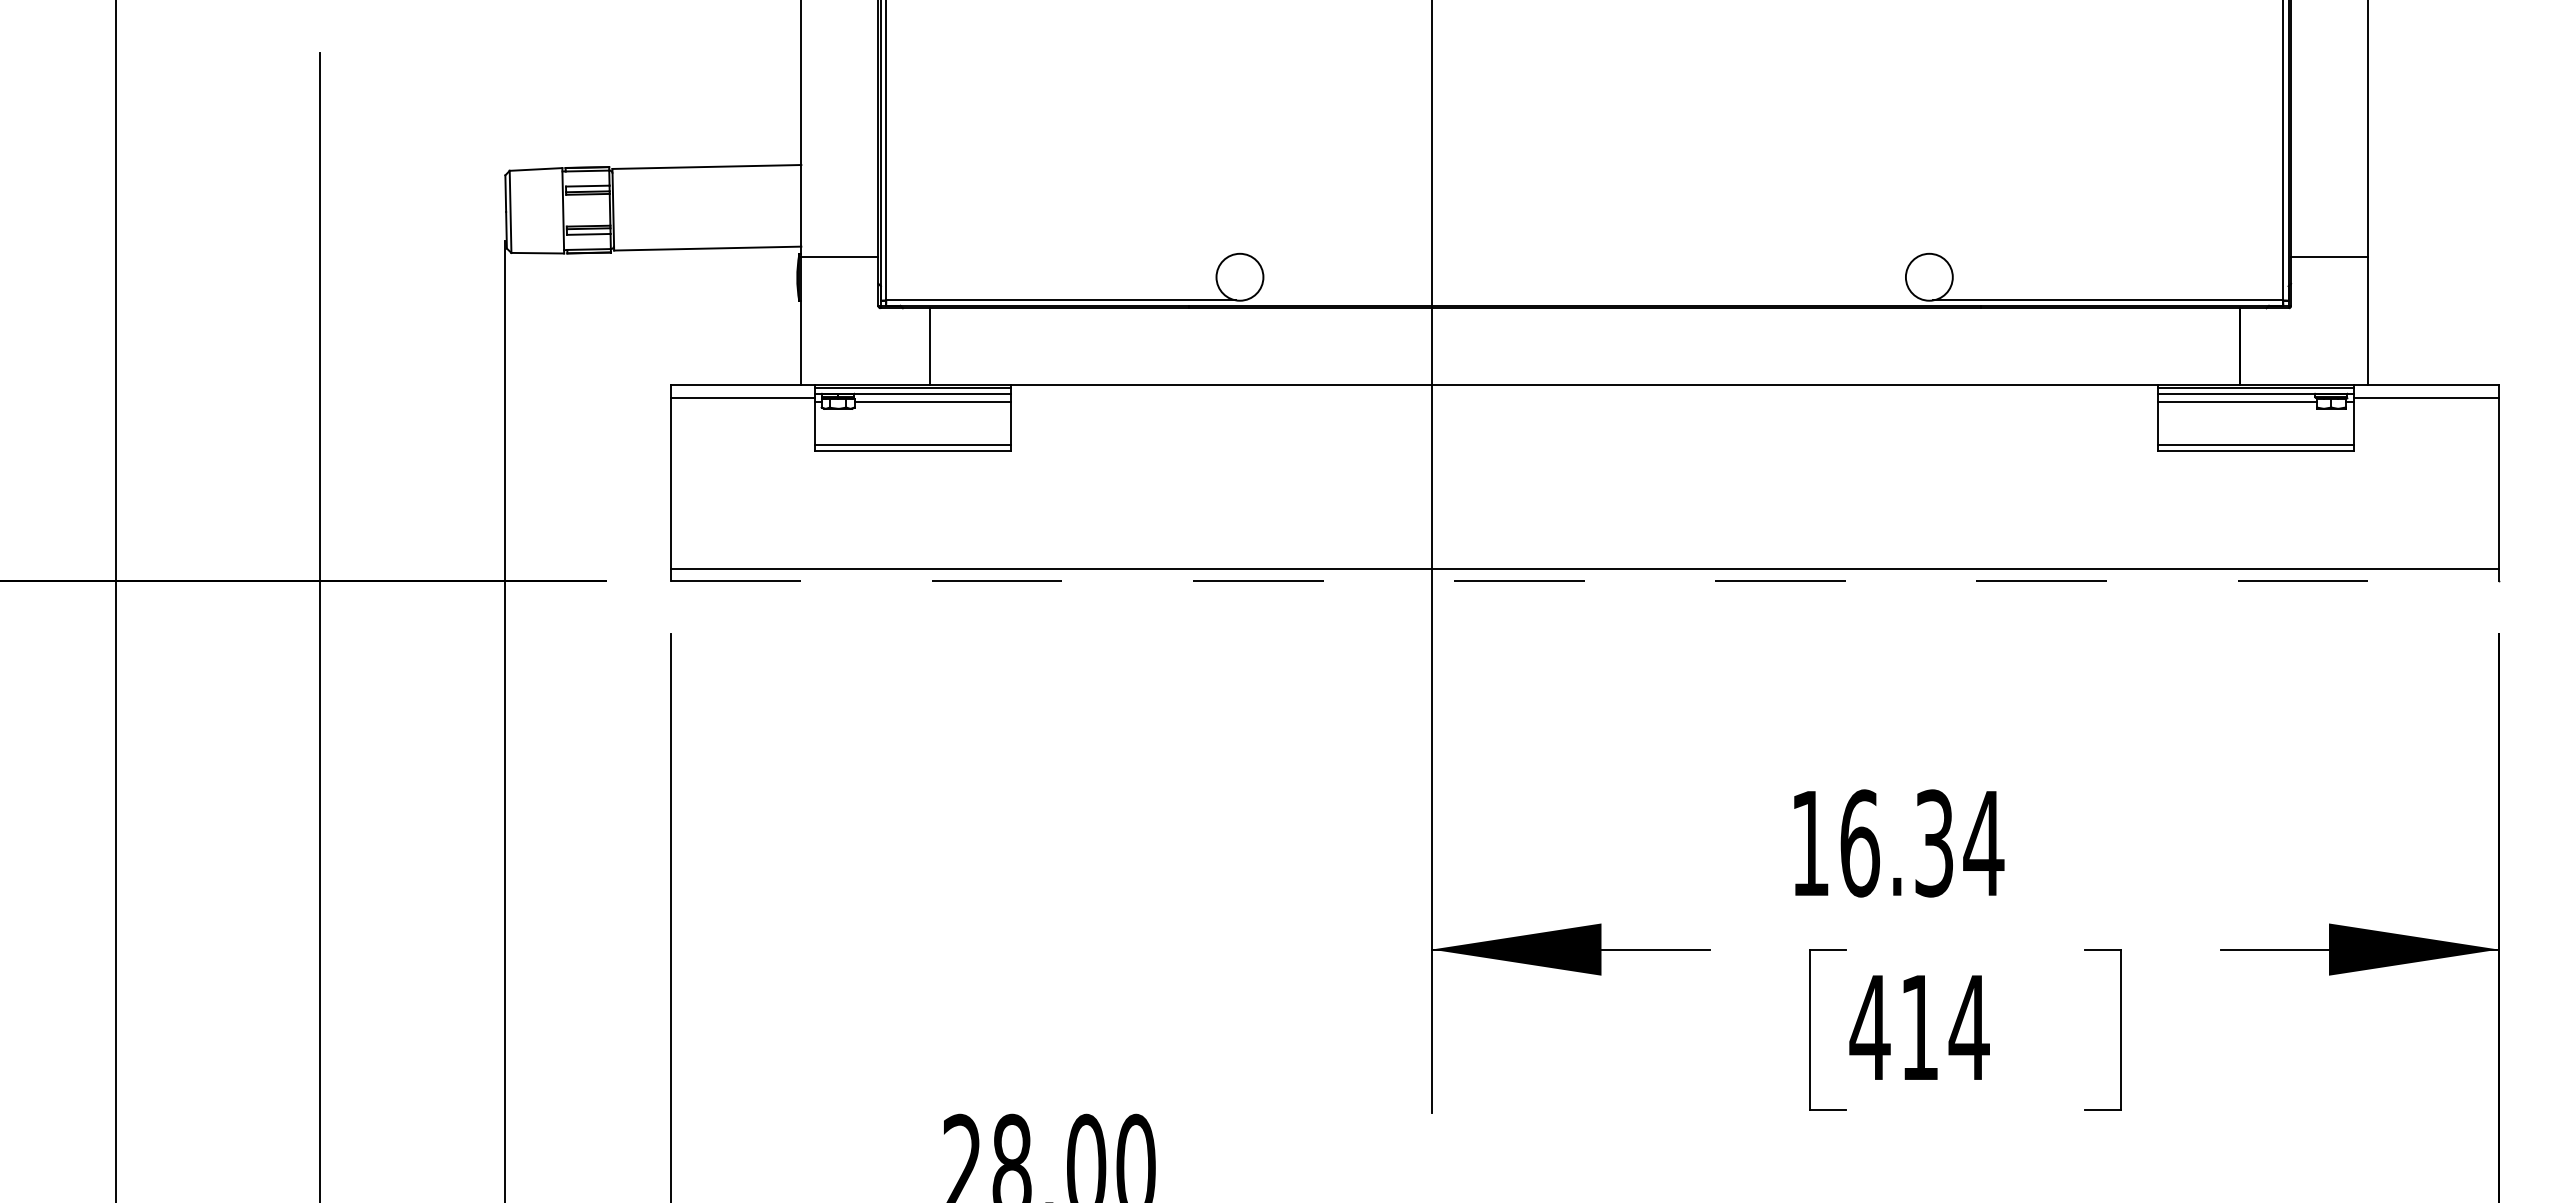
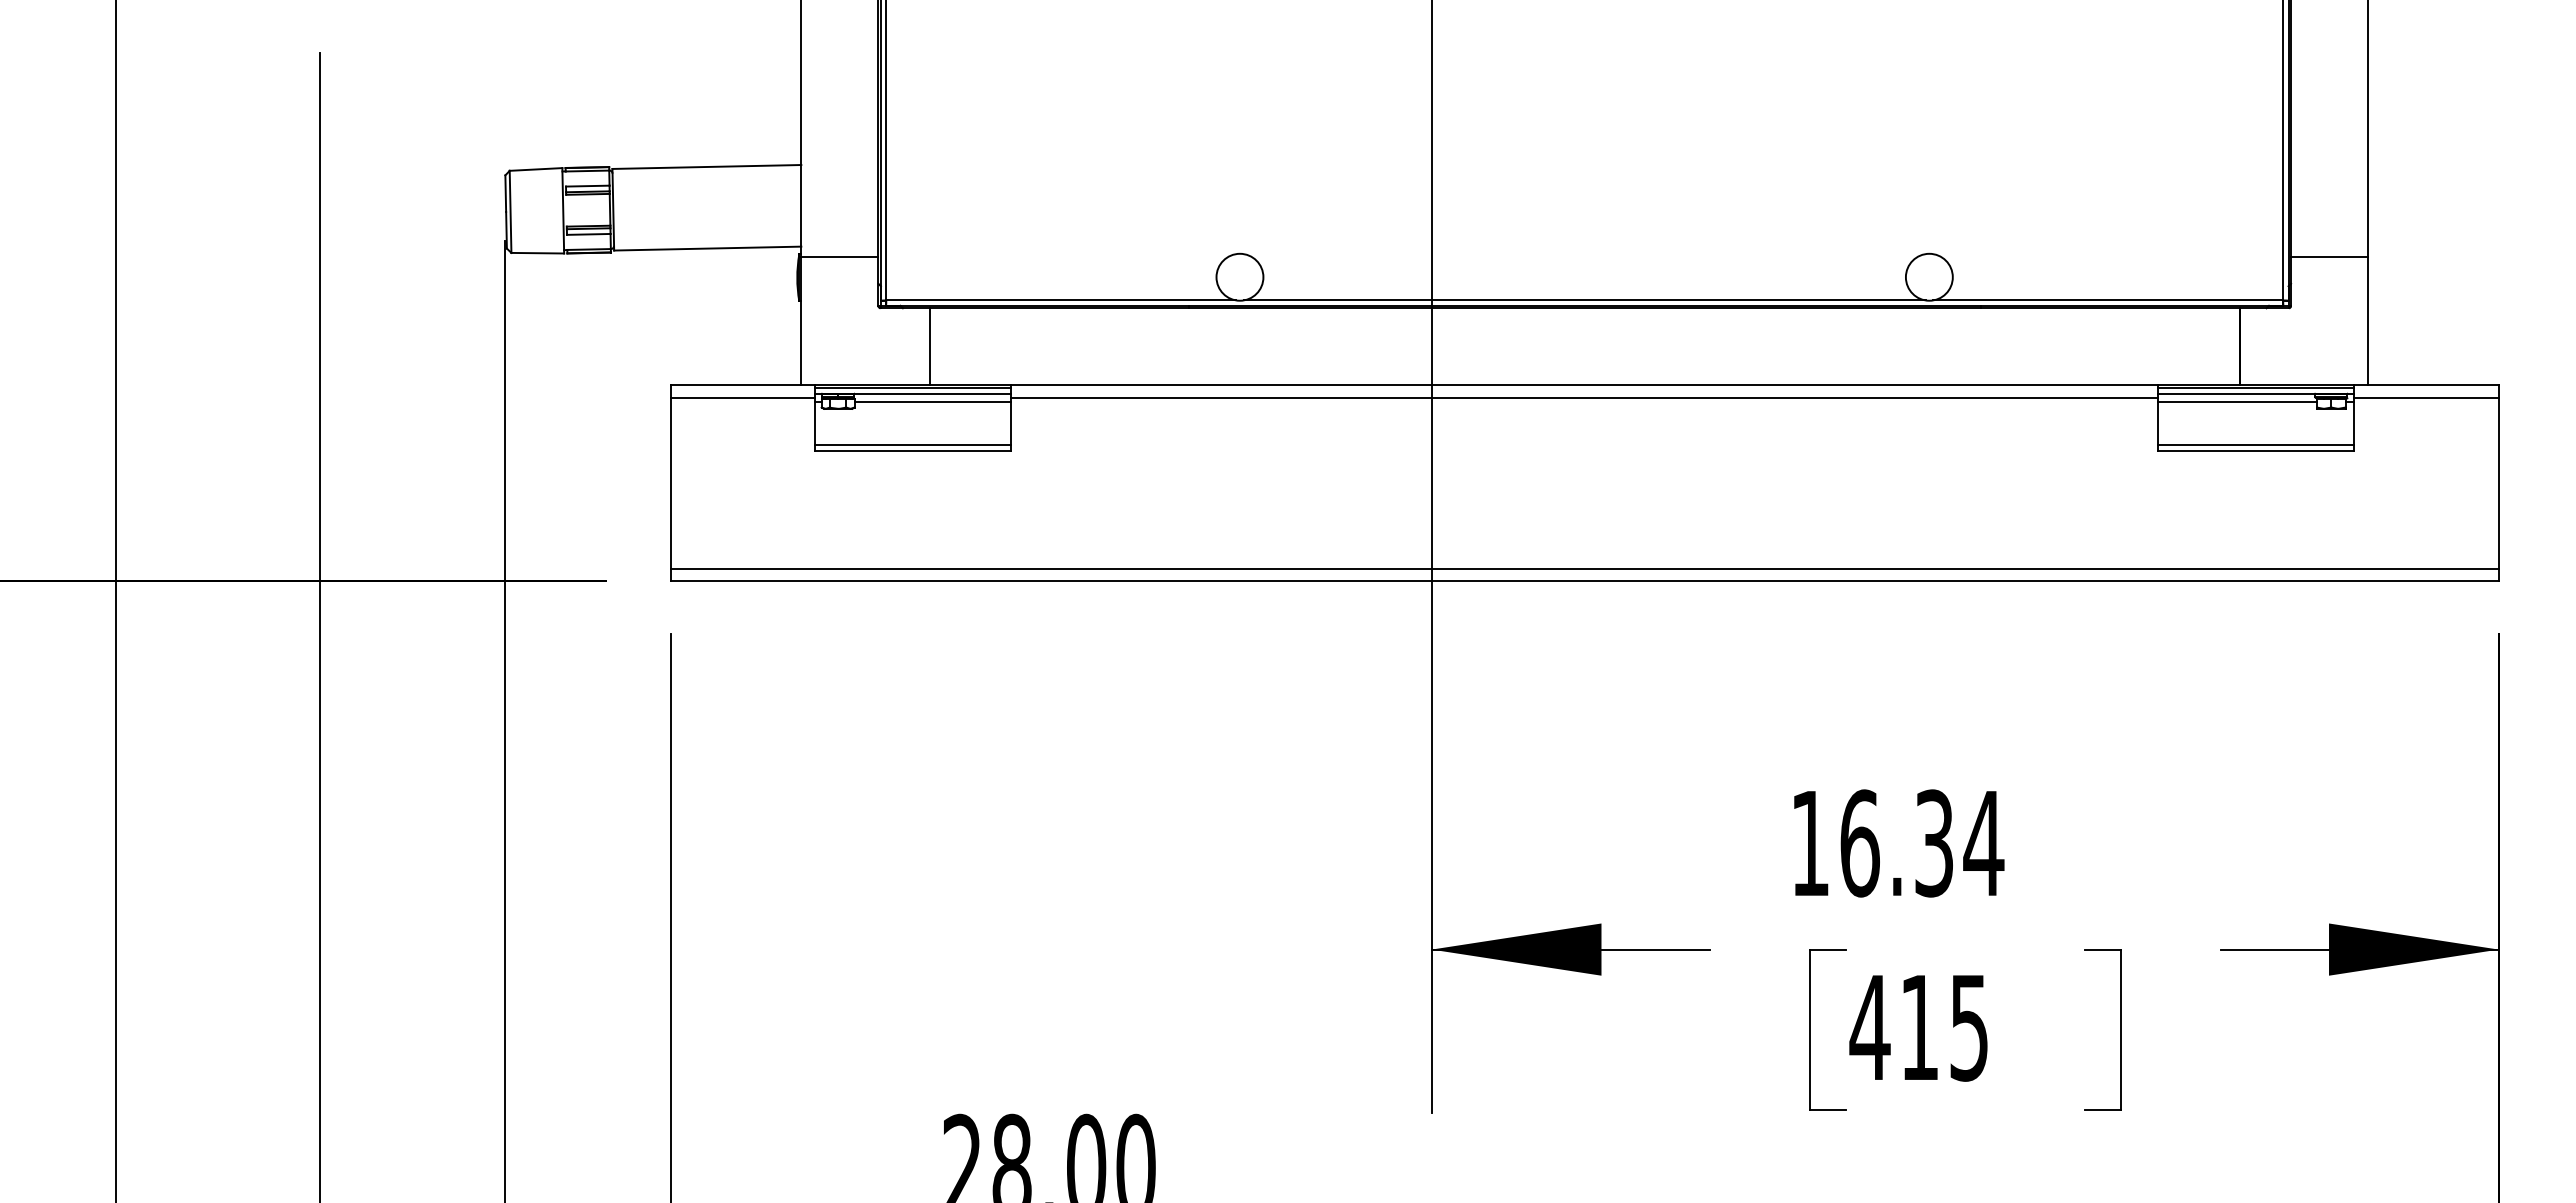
line at (1584, 300): none -> present
line at (1584, 397): none -> present
line at (1584, 581): dashed -> solid
text at (1968, 1028): 414 -> 415
